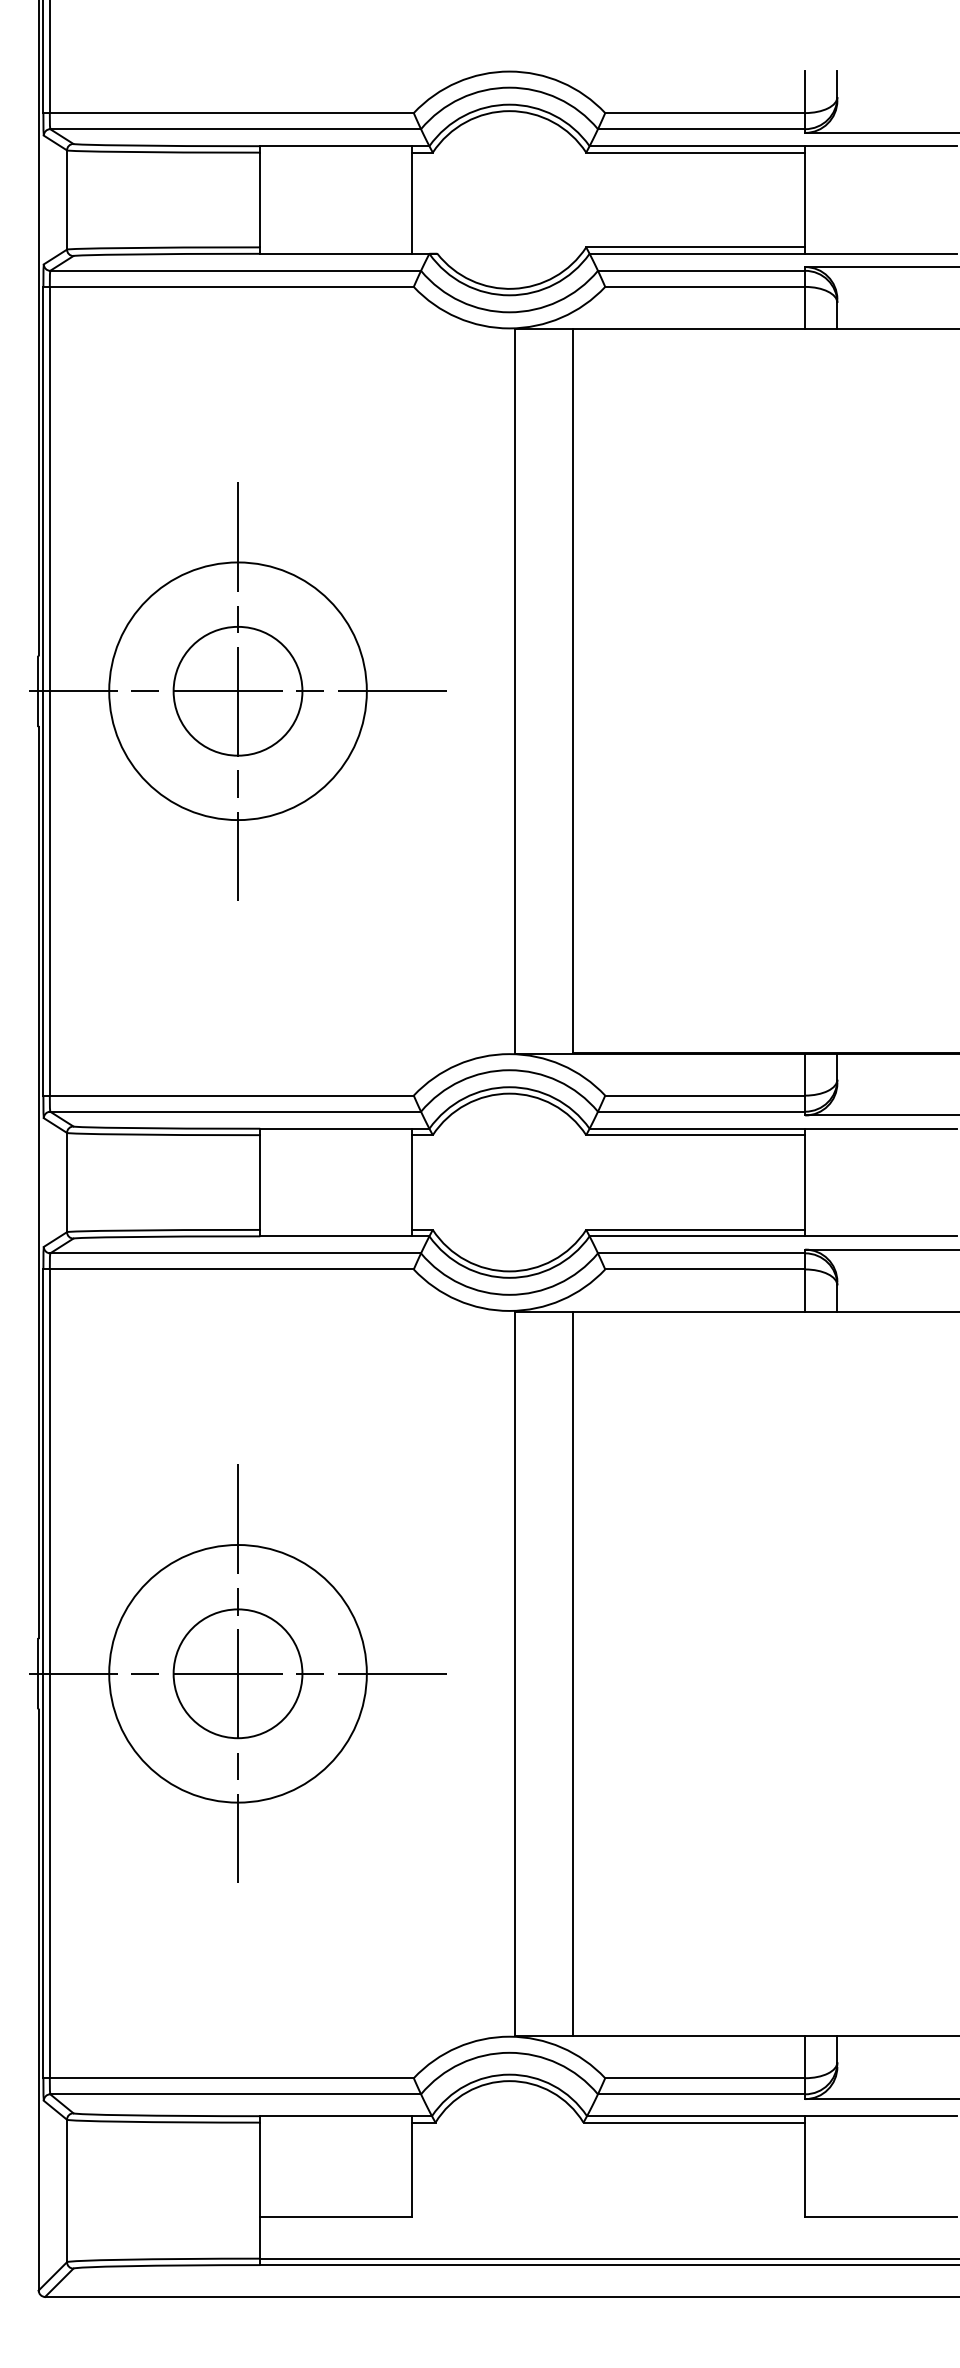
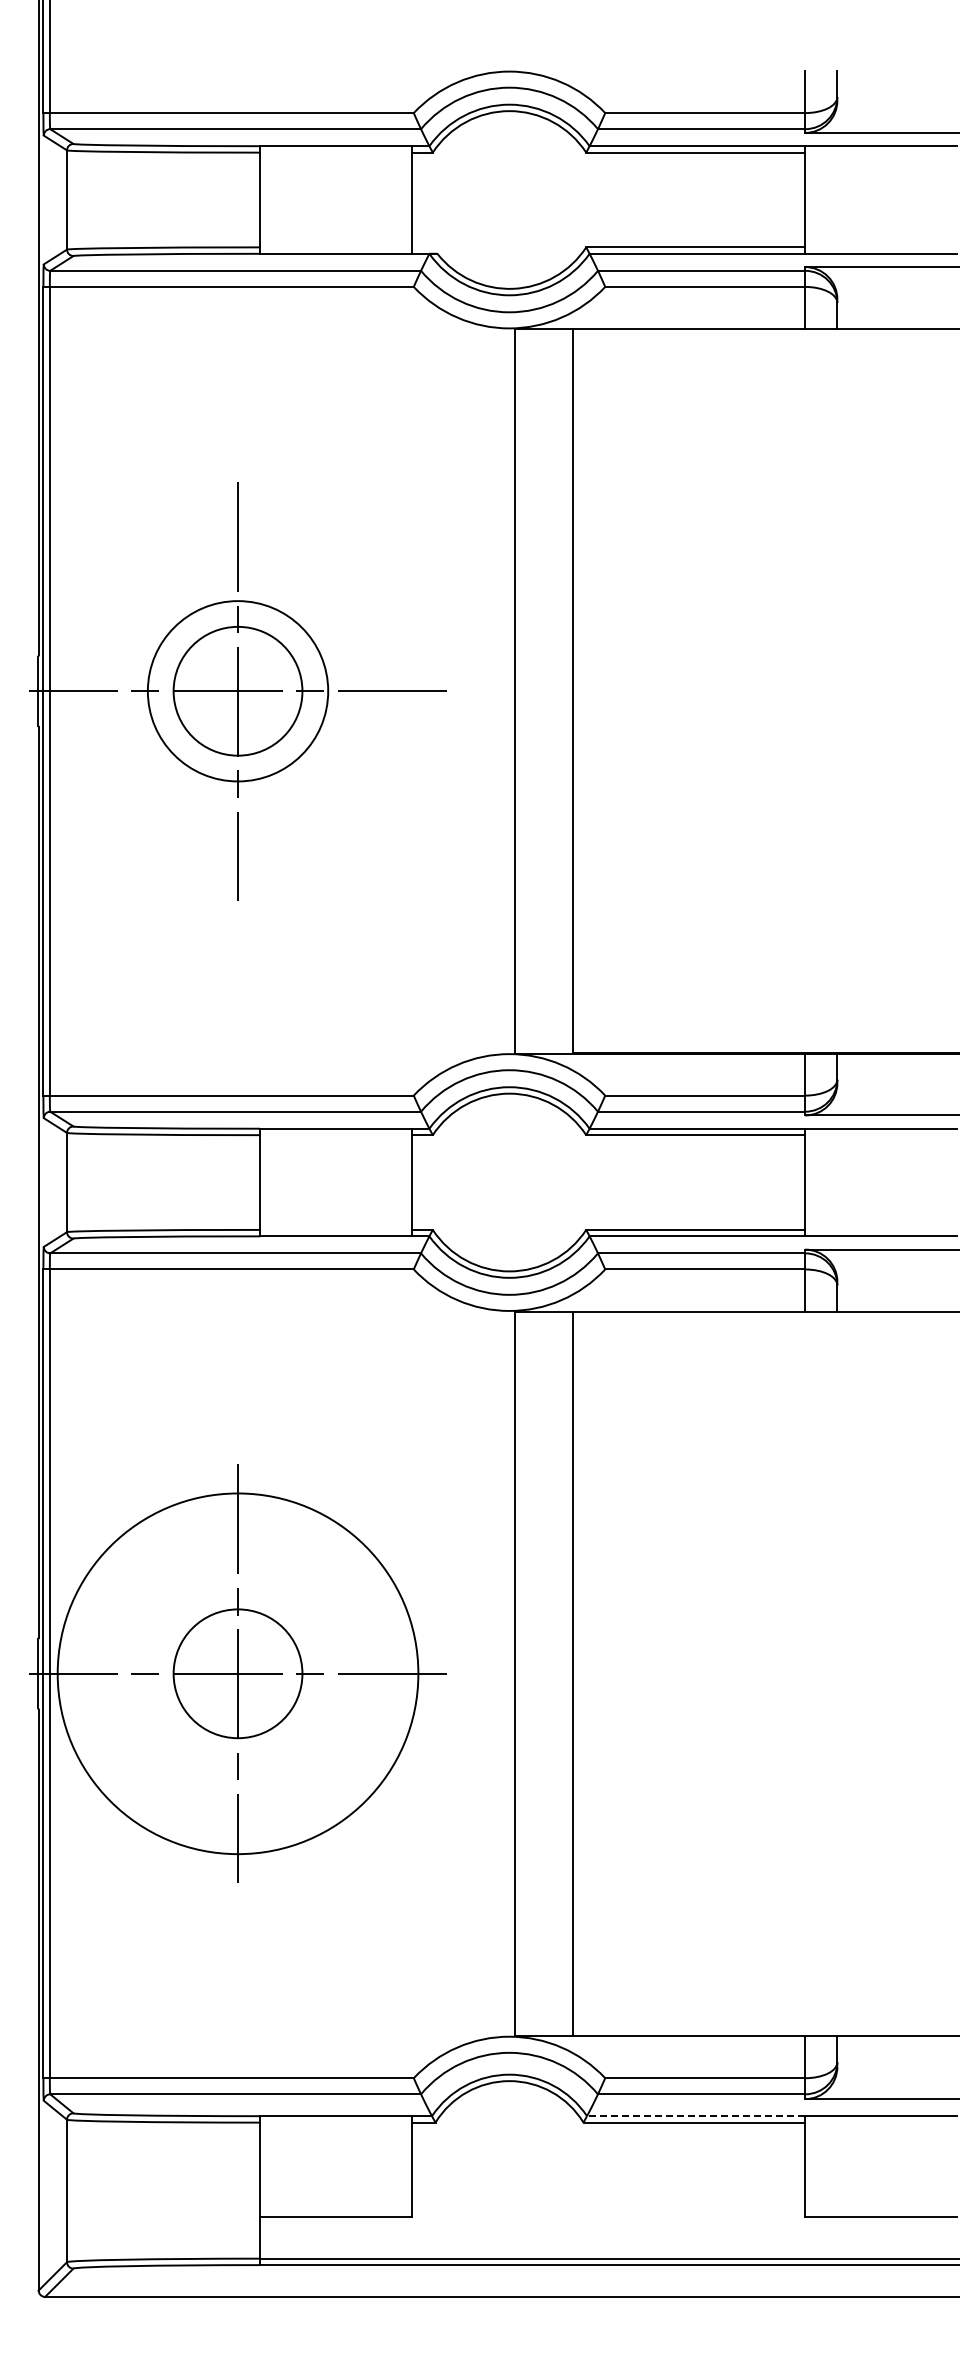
circle at (237, 691) diameter: 258 px -> 180 px
circle at (237, 1673) diameter: 258 px -> 361 px
line at (695, 2116): solid -> dashed
